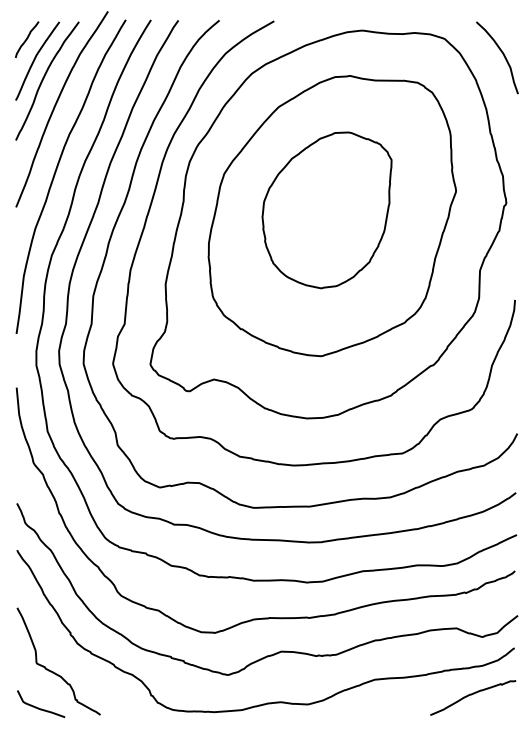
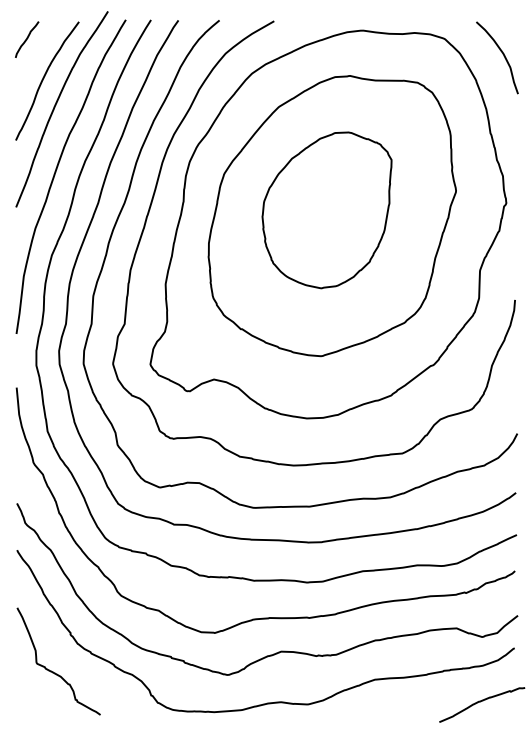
curve at (35, 59): present -> none
curve at (471, 695) position: (471, 695) -> (480, 702)
curve at (38, 707): present -> none
